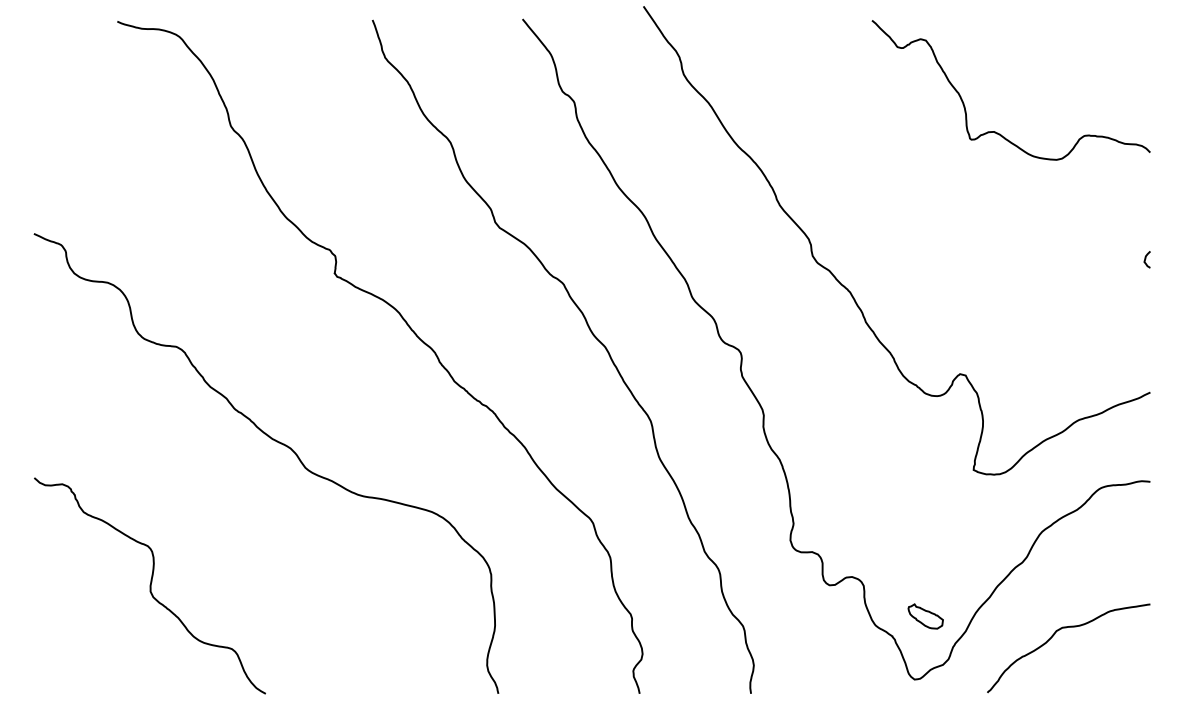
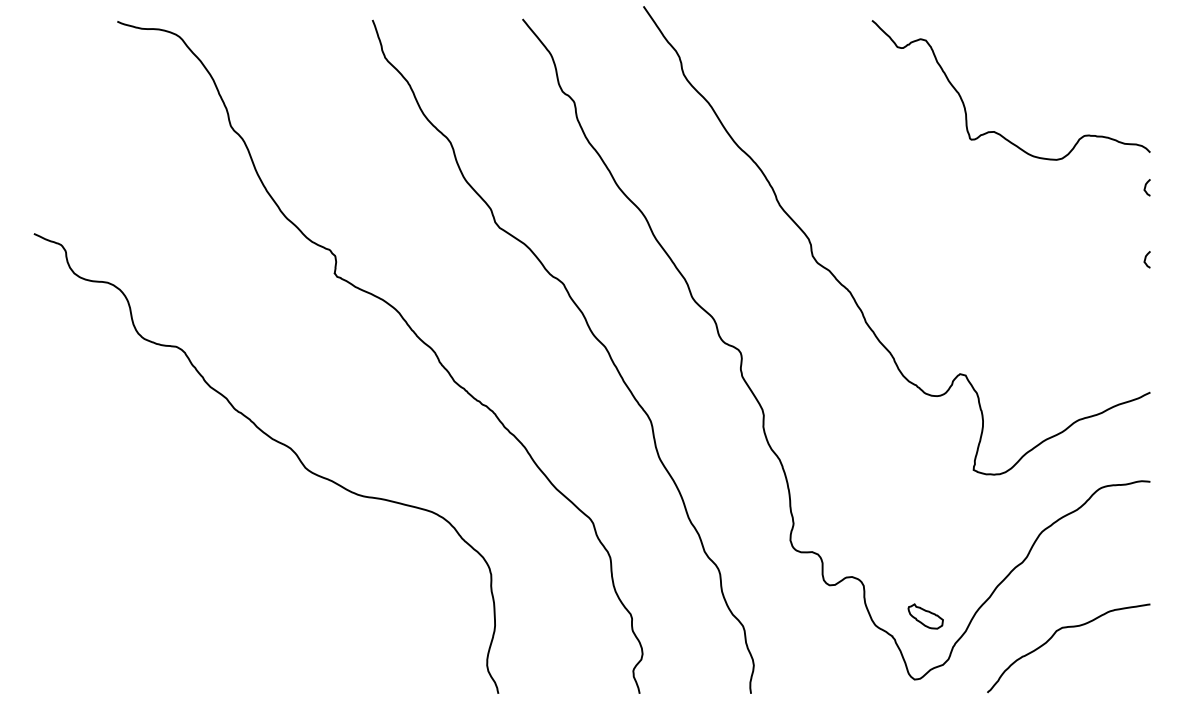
curve at (1146, 187): none -> present
curve at (149, 585): present -> none
